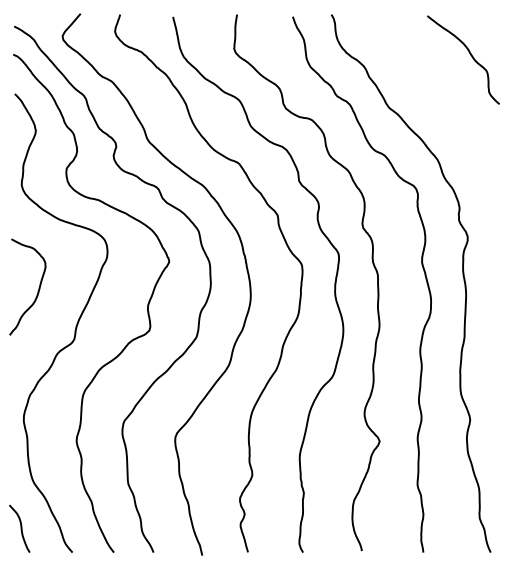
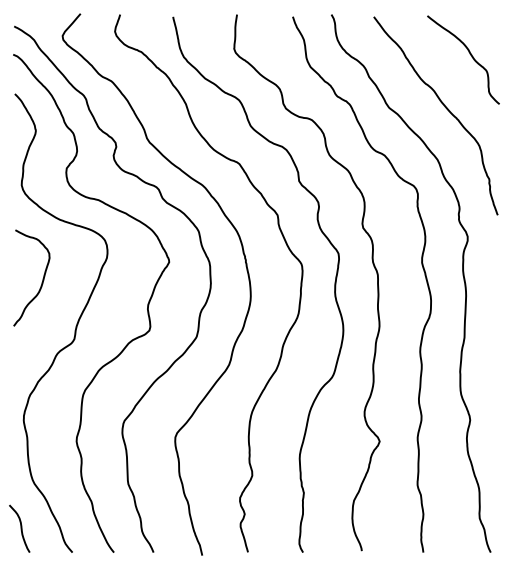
curve at (444, 107): none -> present
curve at (38, 287) position: (38, 287) -> (42, 278)
